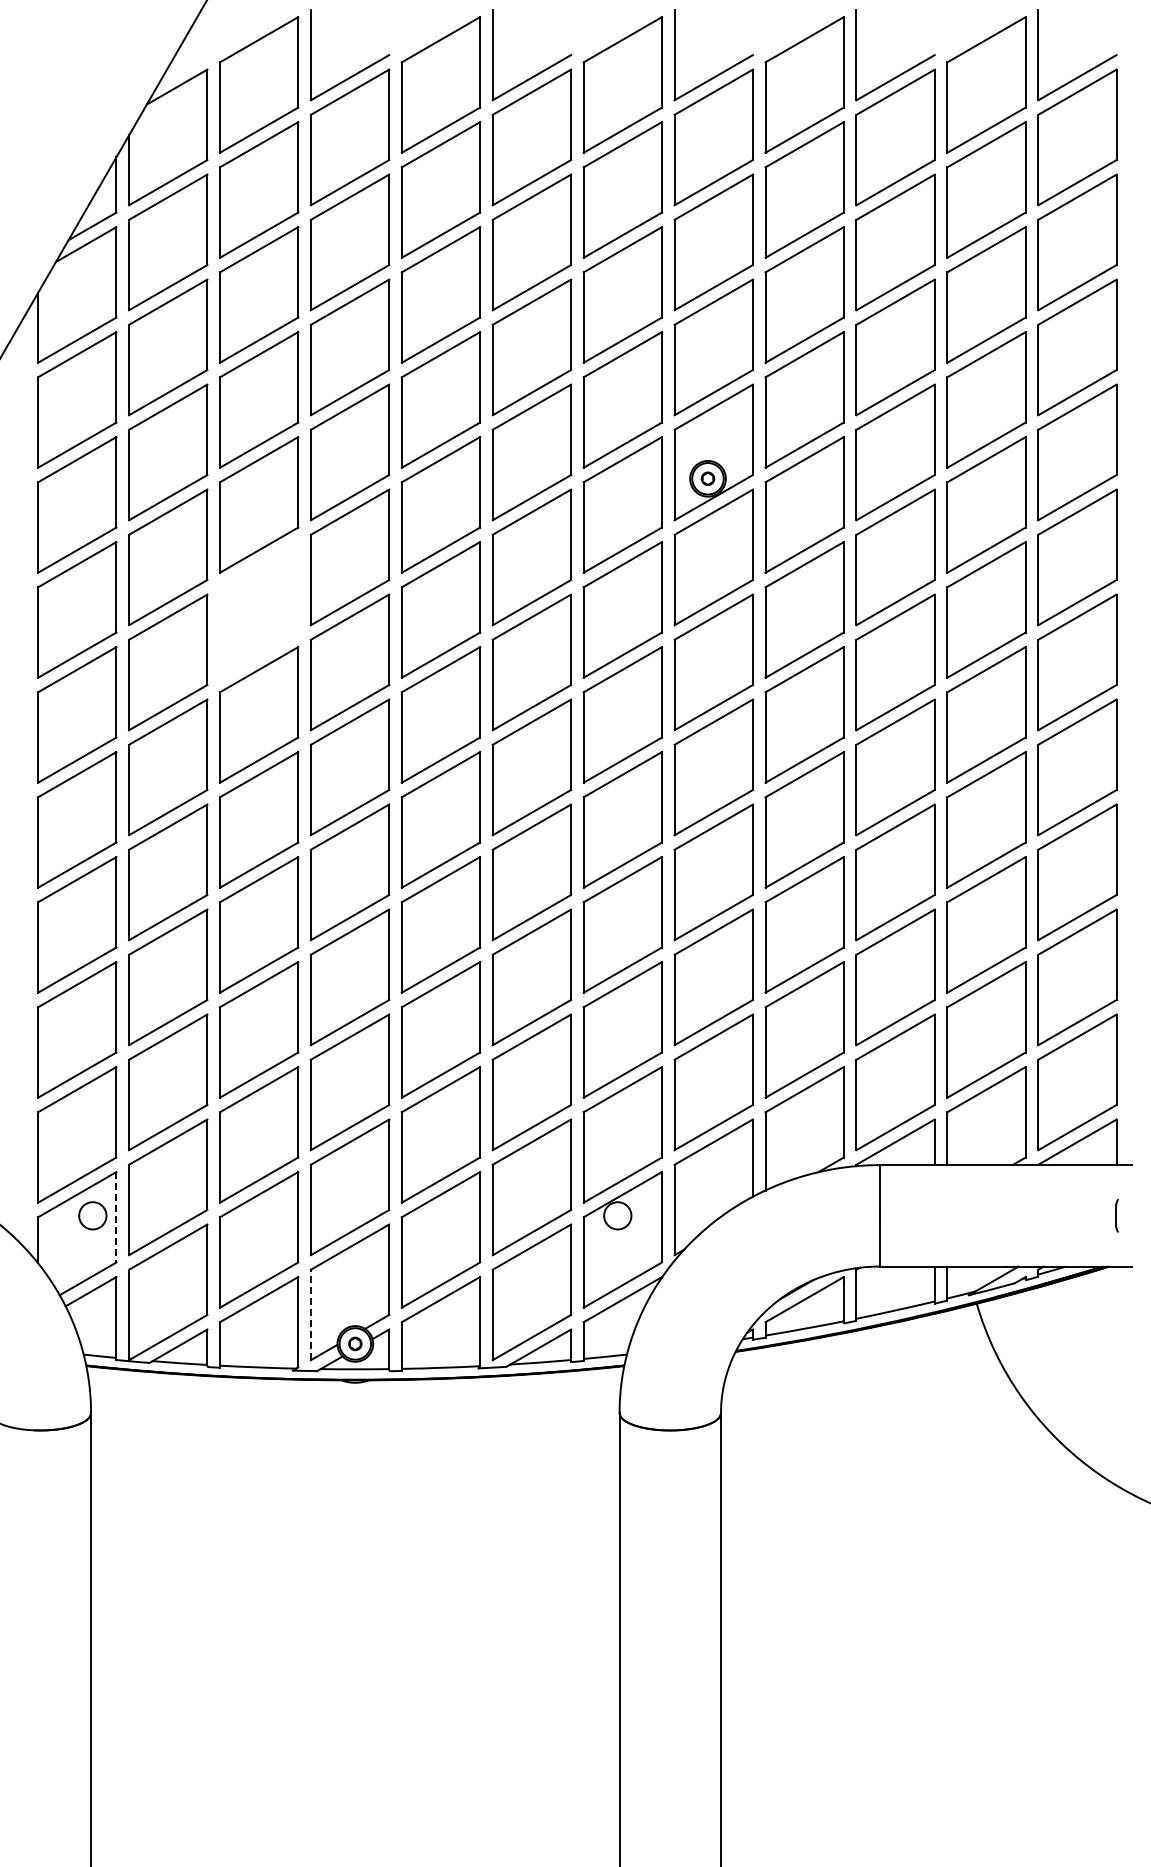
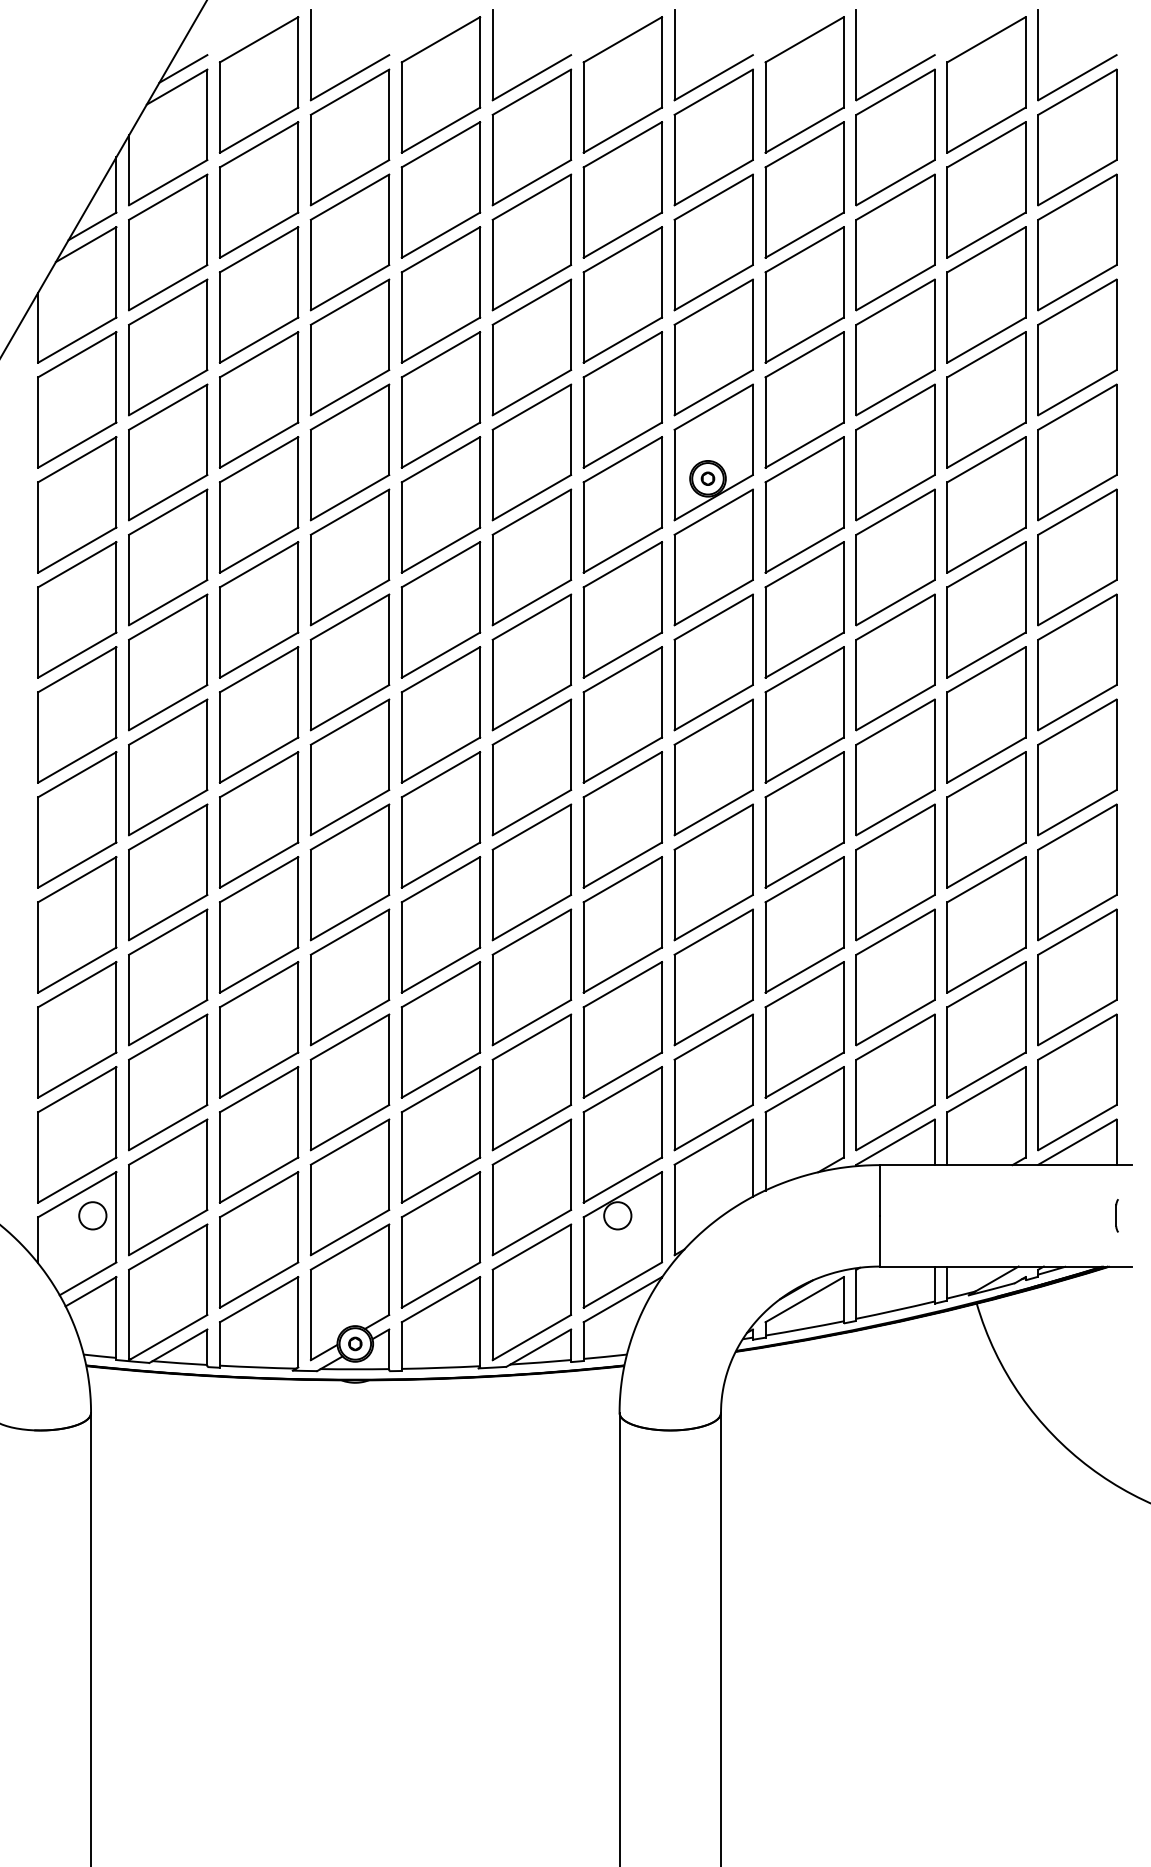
line at (183, 68): none -> present
part at (258, 609): none -> present
line at (116, 1217): dashed -> solid
line at (310, 1314): dashed -> solid
